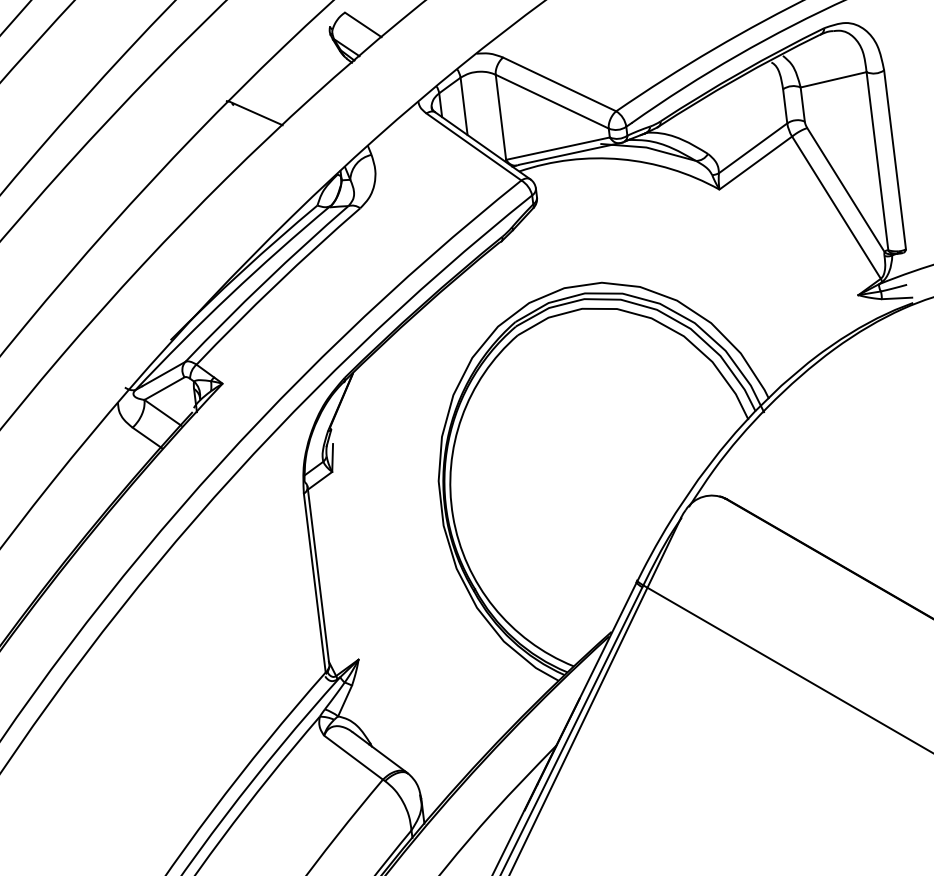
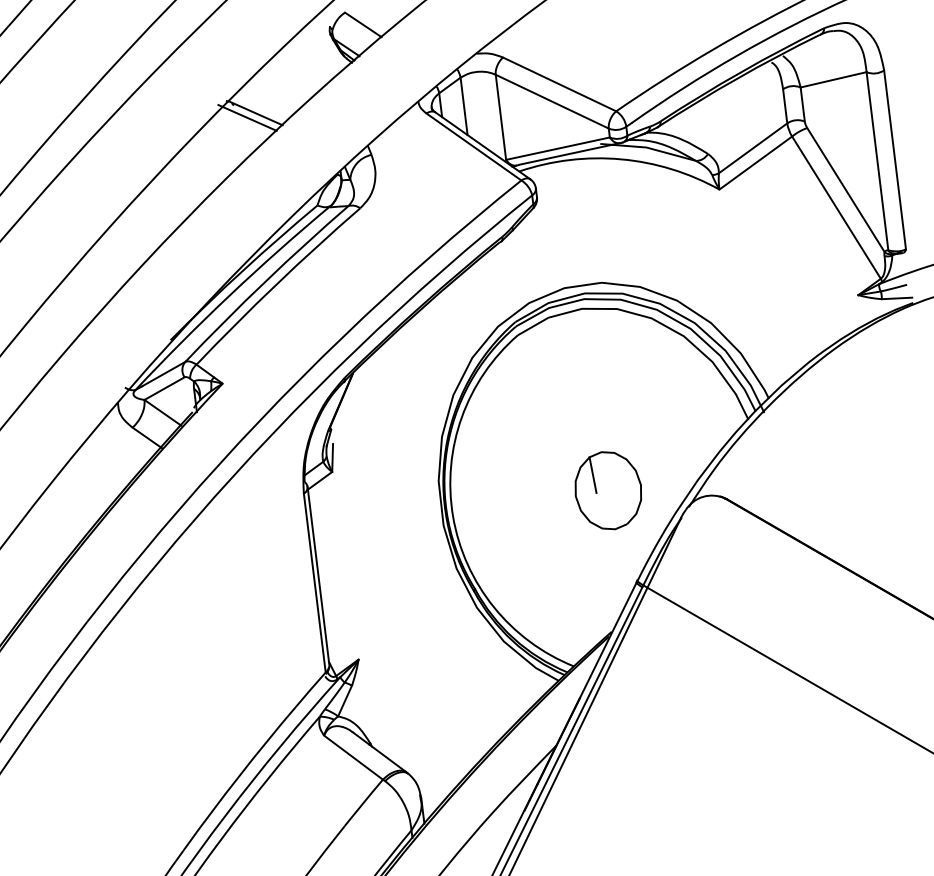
line at (247, 117): none -> present
part at (607, 490): none -> present
